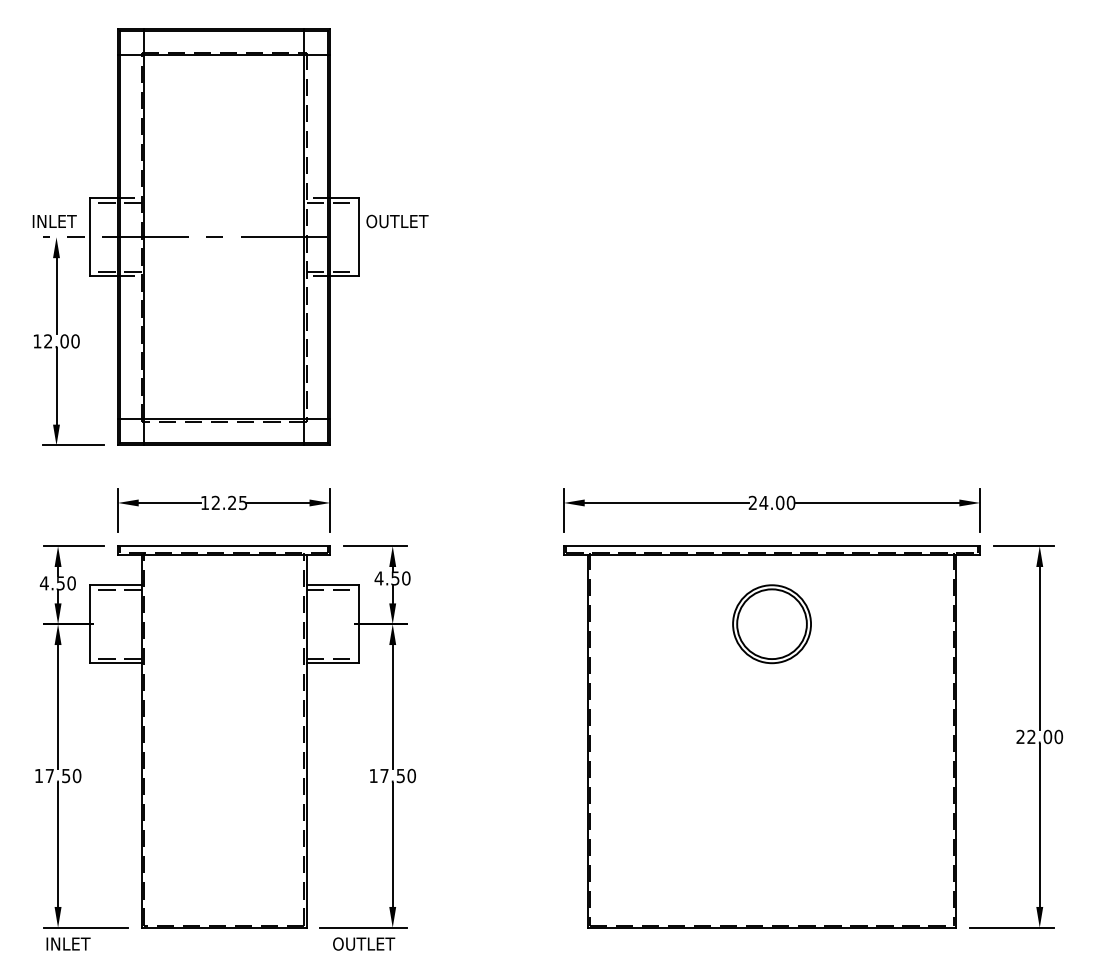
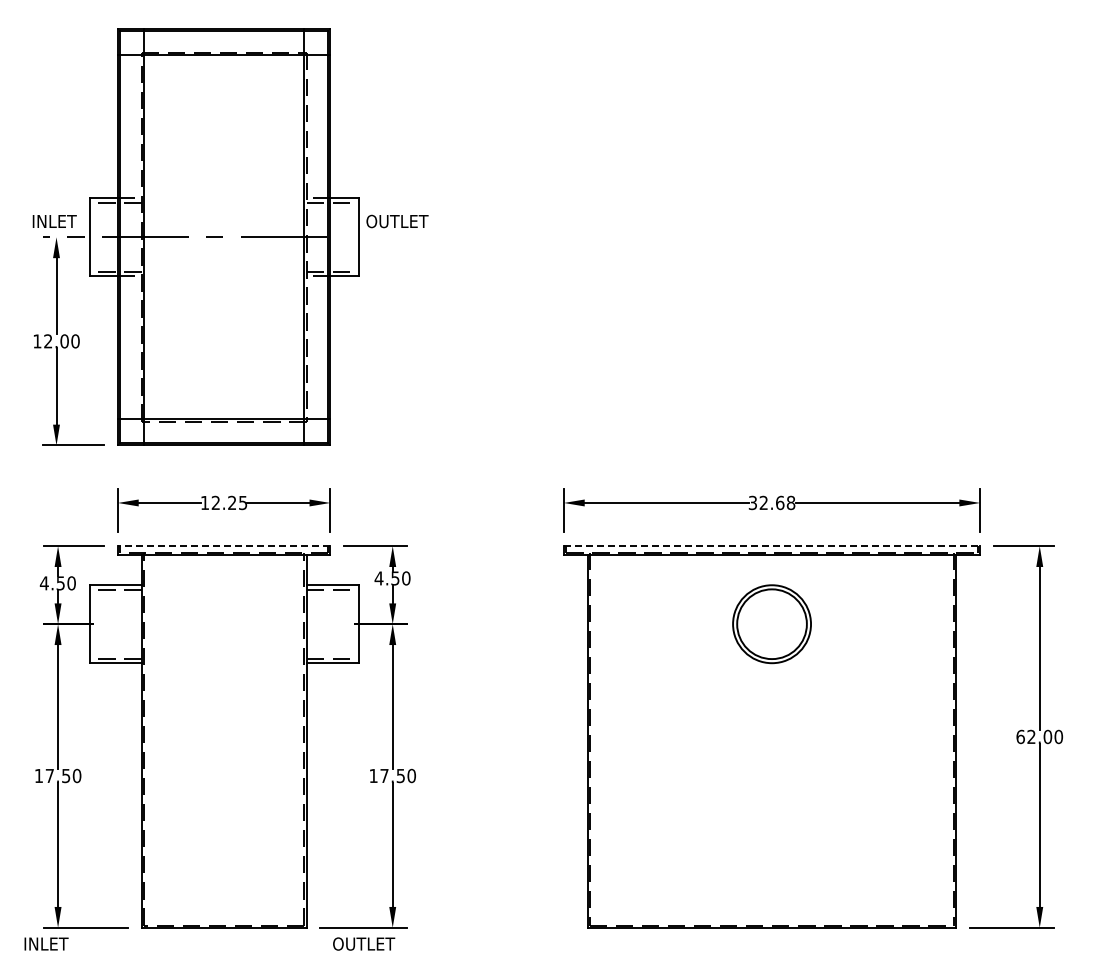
text at (771, 502): 24.00 -> 32.68
line at (223, 546): solid -> dashed
line at (772, 546): solid -> dashed
text at (1020, 736): 22.00 -> 62.00
text at (68, 943) position: (68, 943) -> (46, 943)
